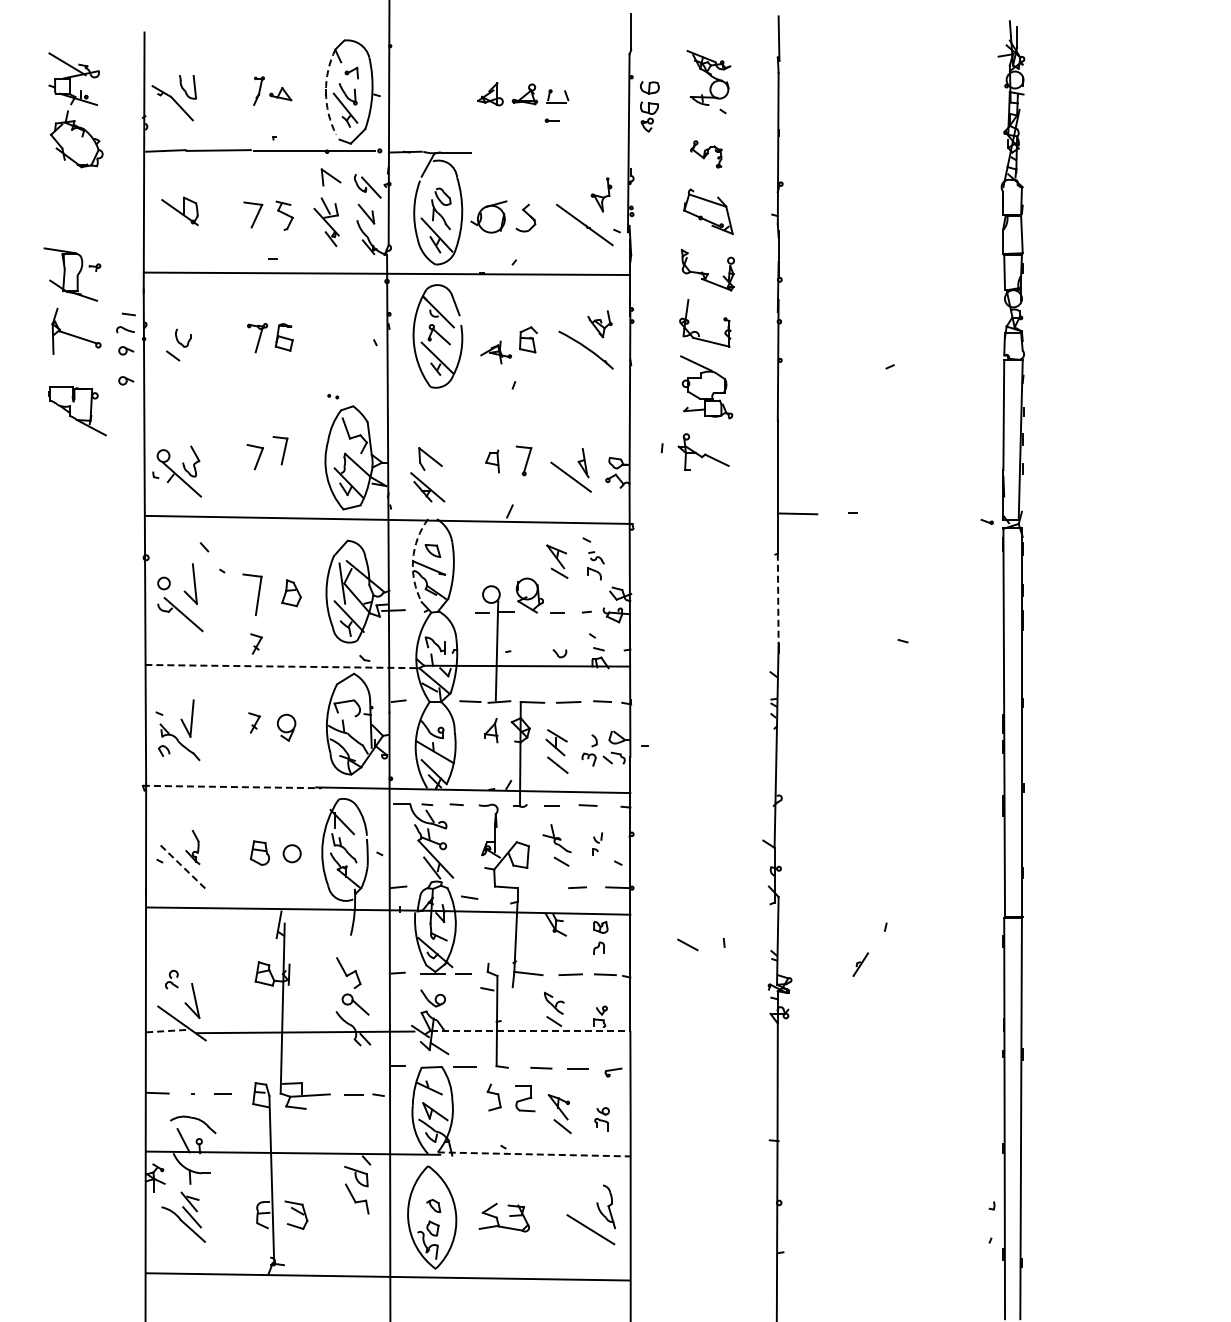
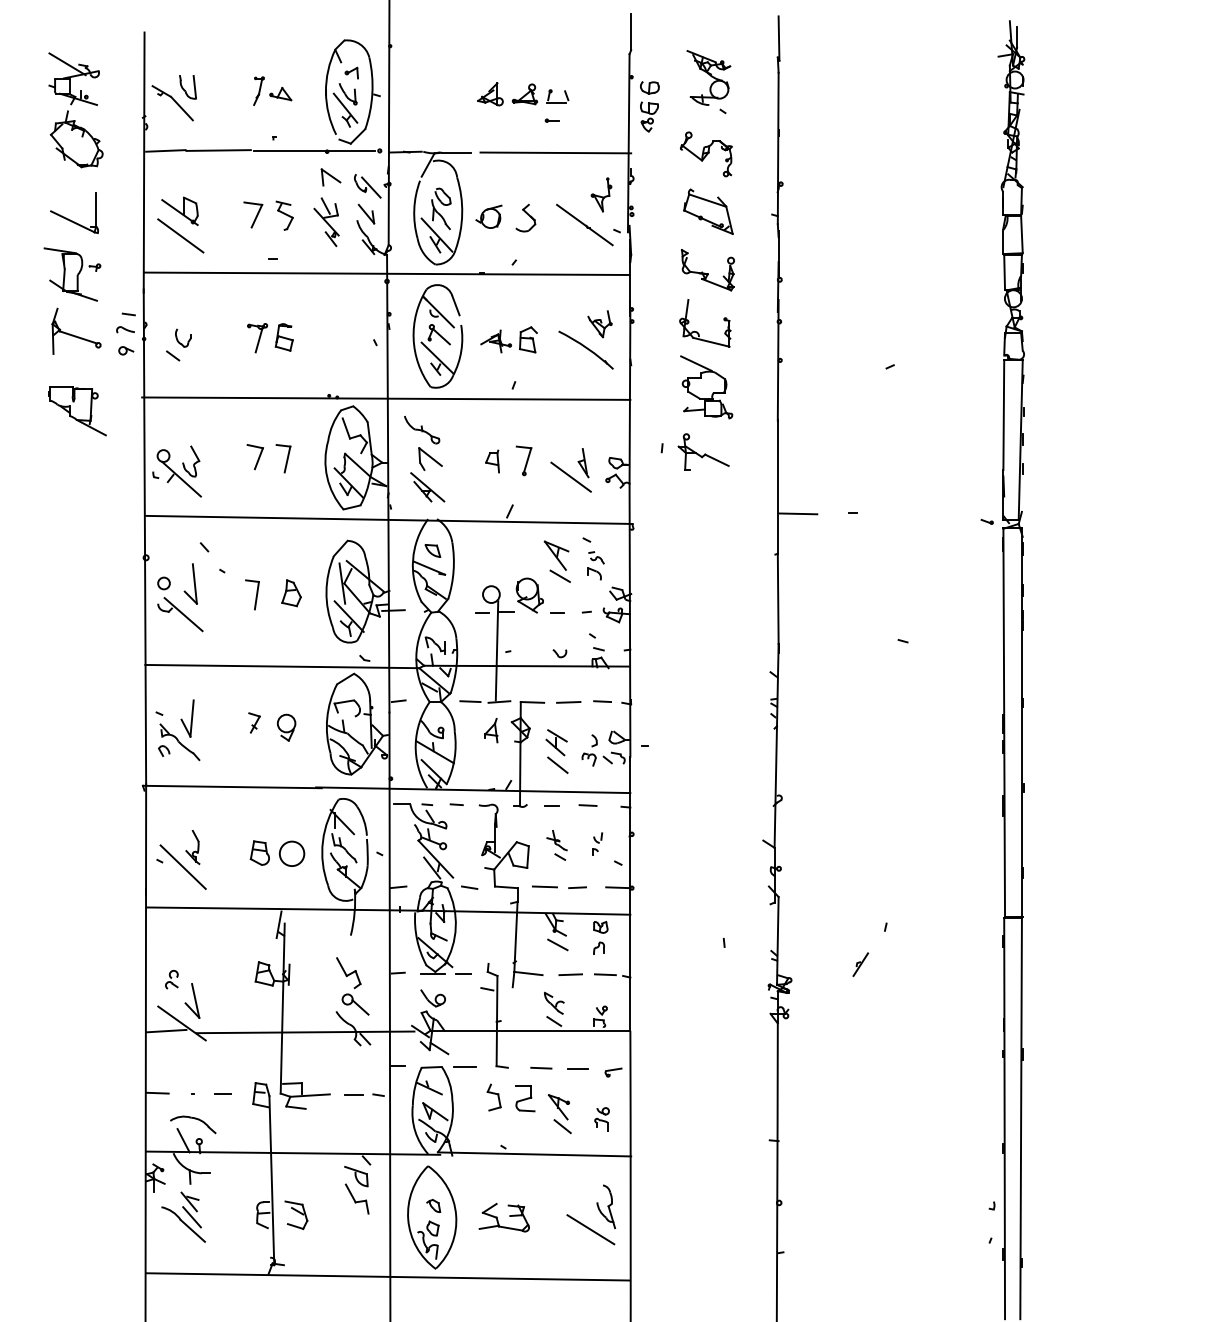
arc at (325, 92): dashed -> solid
line at (555, 152): none -> present
part at (706, 154) size: 33x29 px -> 53x47 px
part at (488, 216) size: 38x34 px -> 28x25 px
part at (70, 219): none -> present
line at (180, 235): none -> present
part at (495, 352) position: (495, 352) -> (495, 341)
part at (126, 380): present -> none
line at (386, 398): none -> present
part at (422, 429): none -> present
part at (280, 450) position: (280, 450) -> (283, 458)
arc at (413, 559): dashed -> solid
part at (557, 561) size: 23x35 px -> 28x43 px
part at (252, 594) size: 21x43 px -> 15x32 px
line at (778, 599): dashed -> solid
part at (256, 643): present -> none
line at (282, 666): dashed -> solid
line at (232, 787): dashed -> solid
part at (556, 845) size: 30x43 px -> 22x31 px
circle at (291, 853) size: 20x20 px -> 27x27 px
line at (183, 867): dashed -> solid
line at (544, 886): none -> present
line at (469, 897) position: (469, 897) -> (469, 887)
line at (687, 944) position: (687, 944) -> (557, 944)
line at (530, 1030): dashed -> solid
line at (166, 1031): dashed -> solid
line at (534, 1154): dashed -> solid
